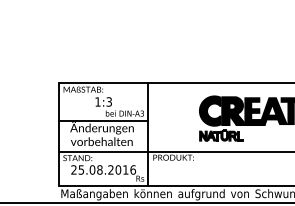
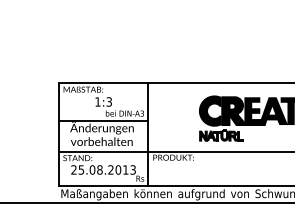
text at (133, 169): 25.08.2016 -> 25.08.2013
